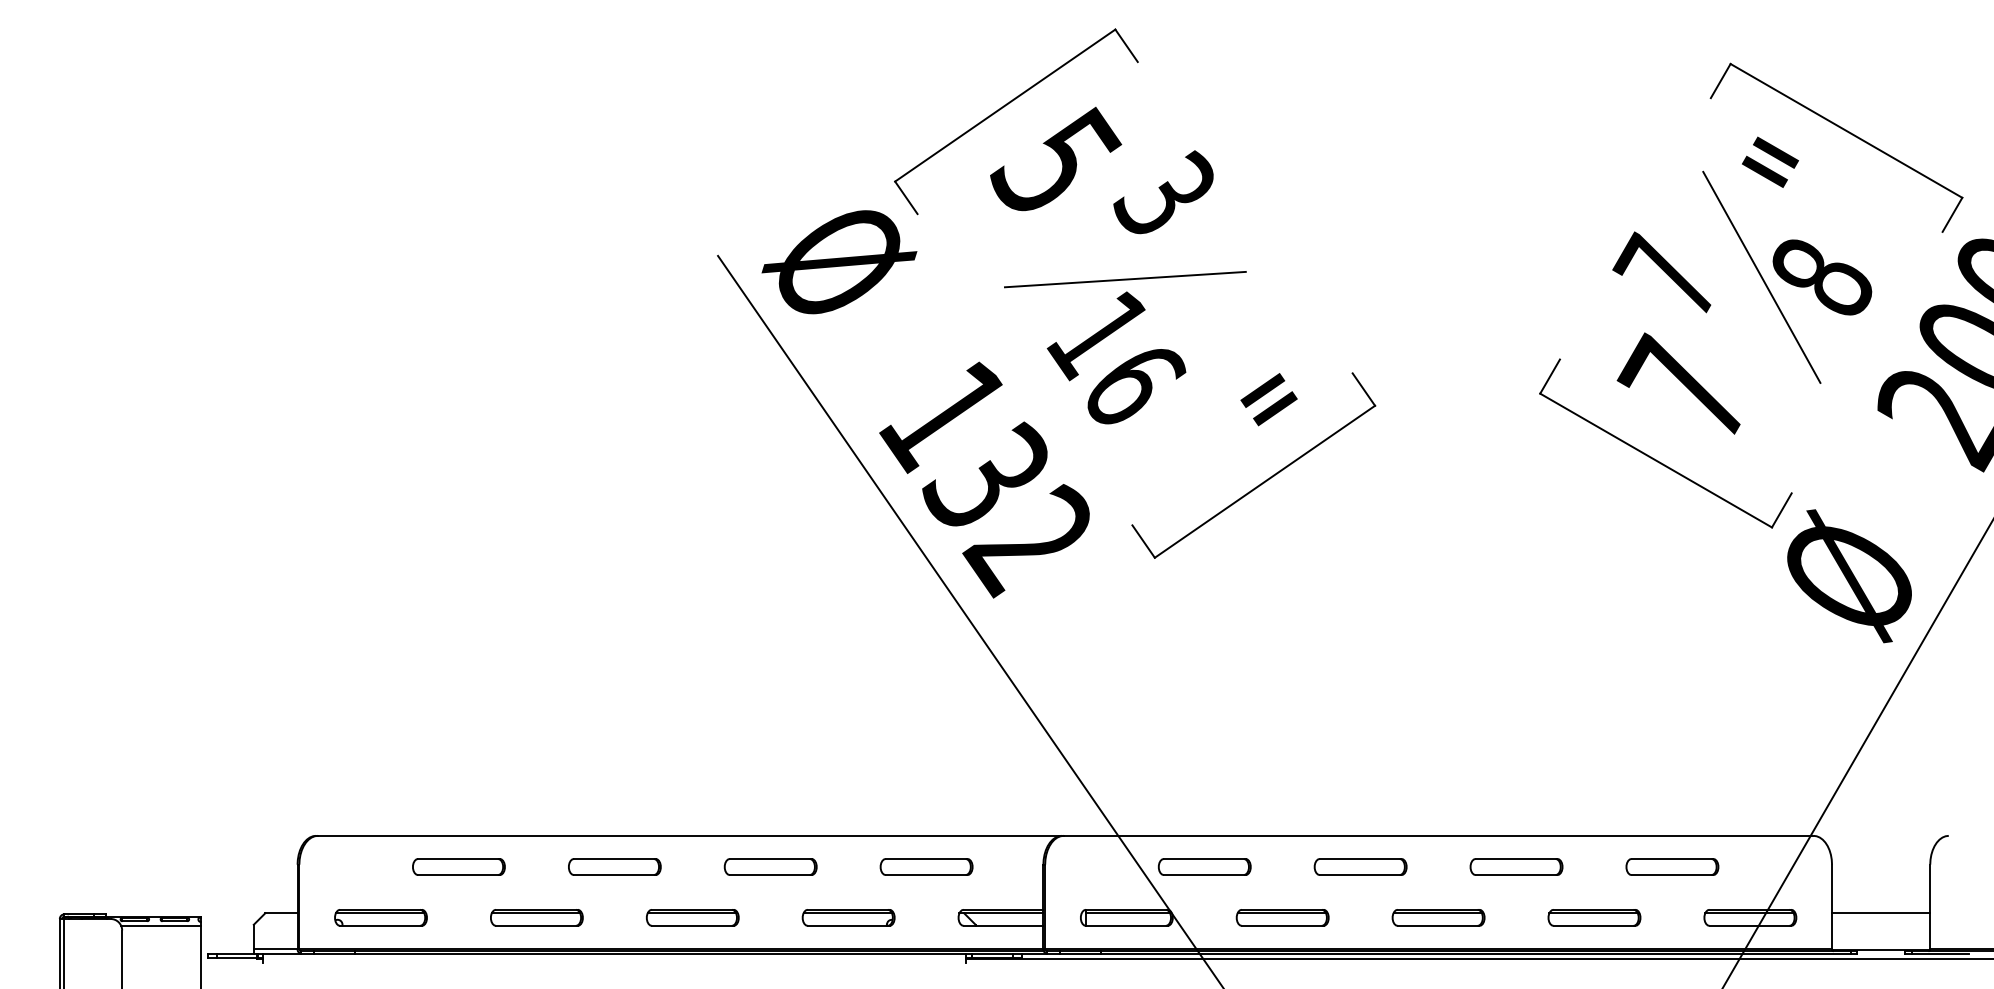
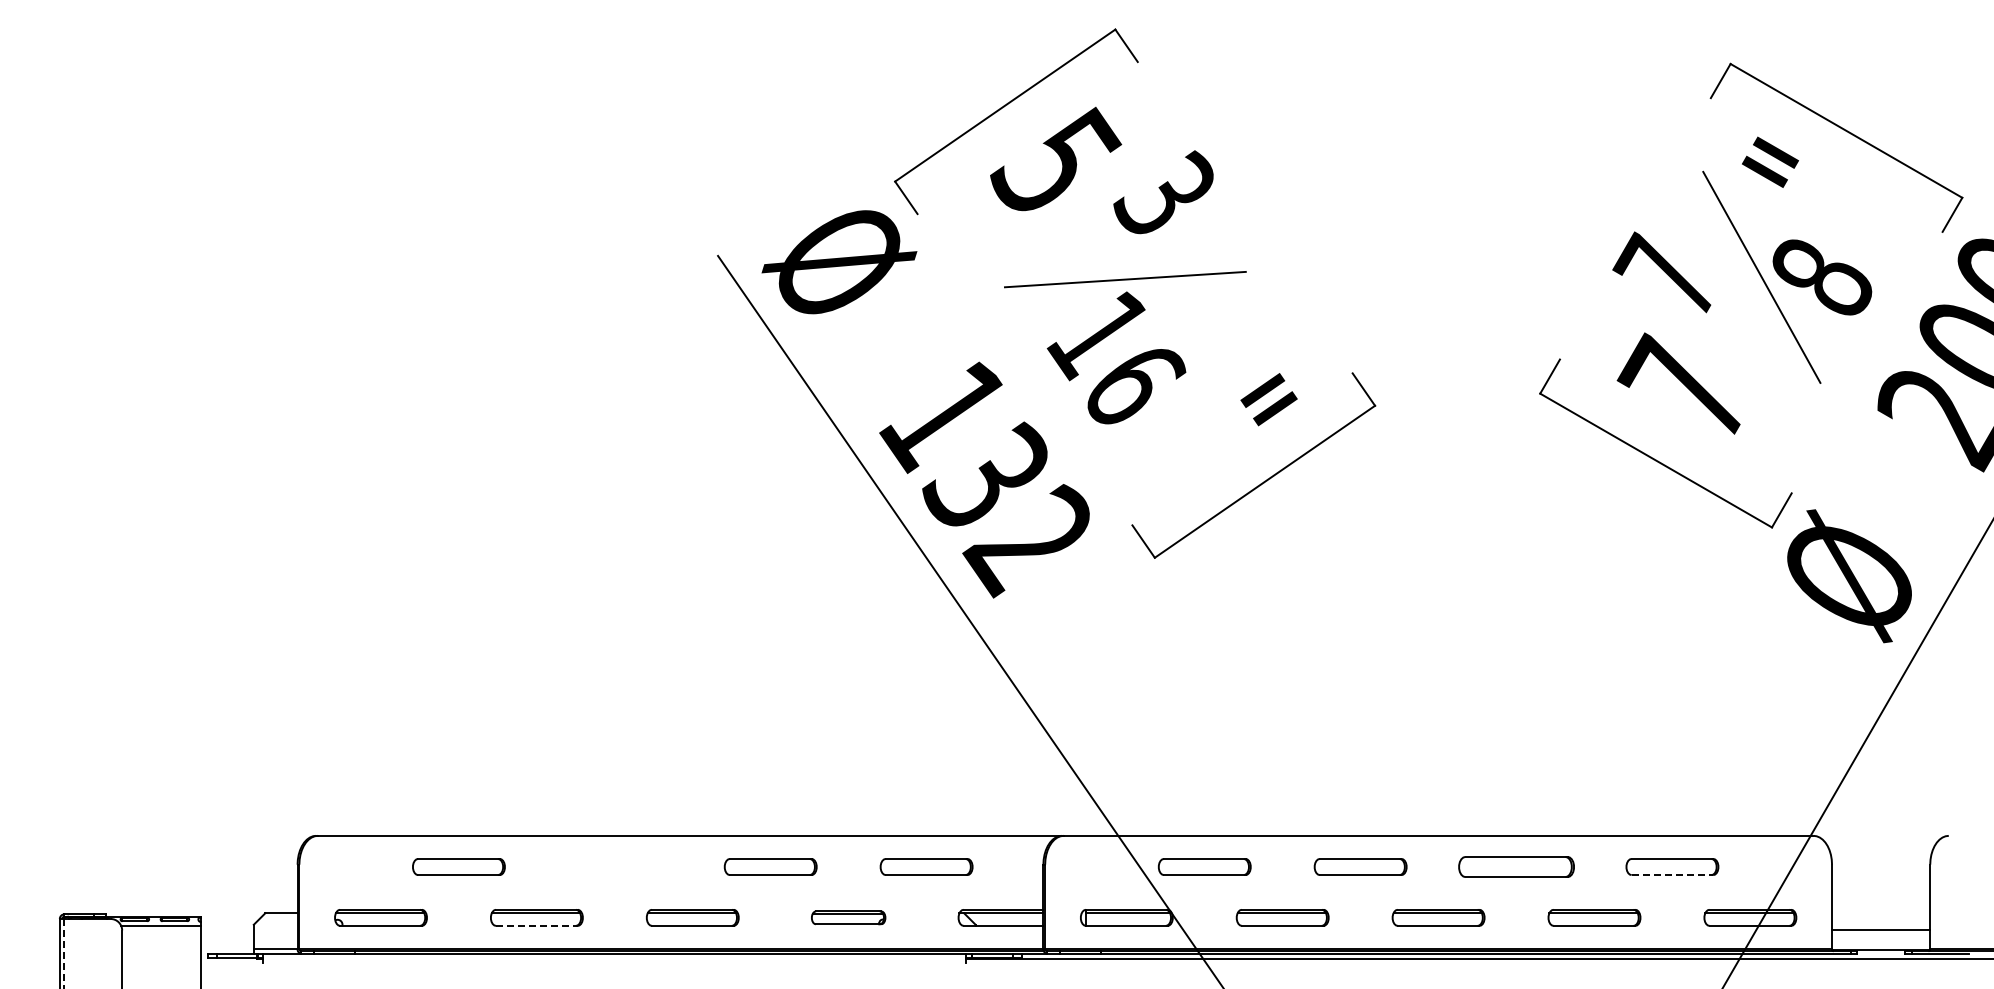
part at (614, 866): present -> none
part at (1516, 866) size: 95x18 px -> 117x22 px
line at (1672, 875): solid -> dashed
line at (1881, 913) position: (1881, 913) -> (1881, 930)
part at (848, 917) size: 95x18 px -> 76x16 px
line at (536, 925): solid -> dashed
line at (64, 953): solid -> dashed
